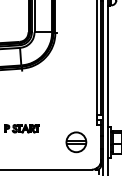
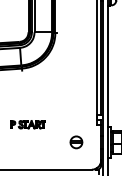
part at (21, 128) position: (21, 128) -> (27, 124)
part at (76, 142) size: 23x23 px -> 15x15 px
